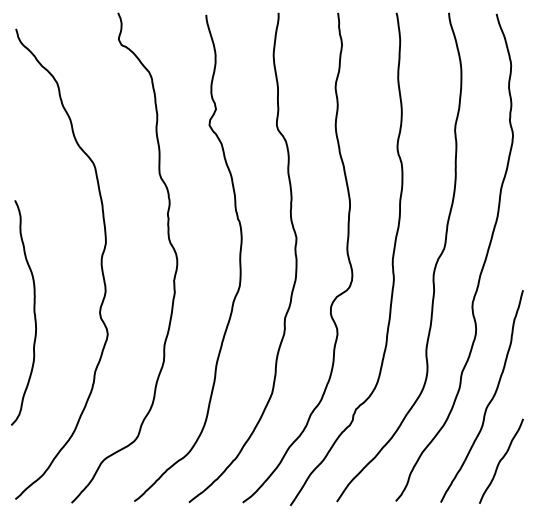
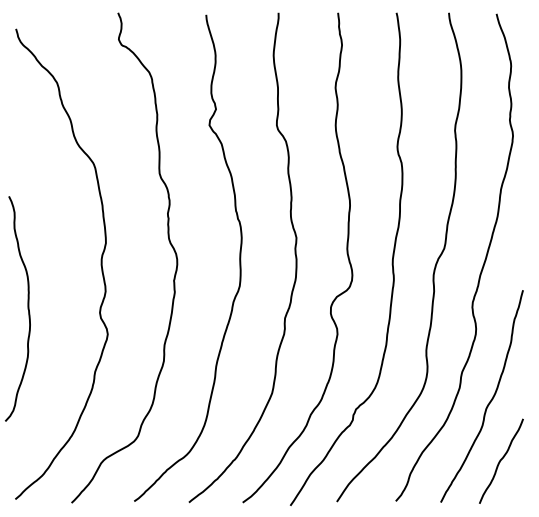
curve at (33, 312) position: (33, 312) -> (27, 308)
